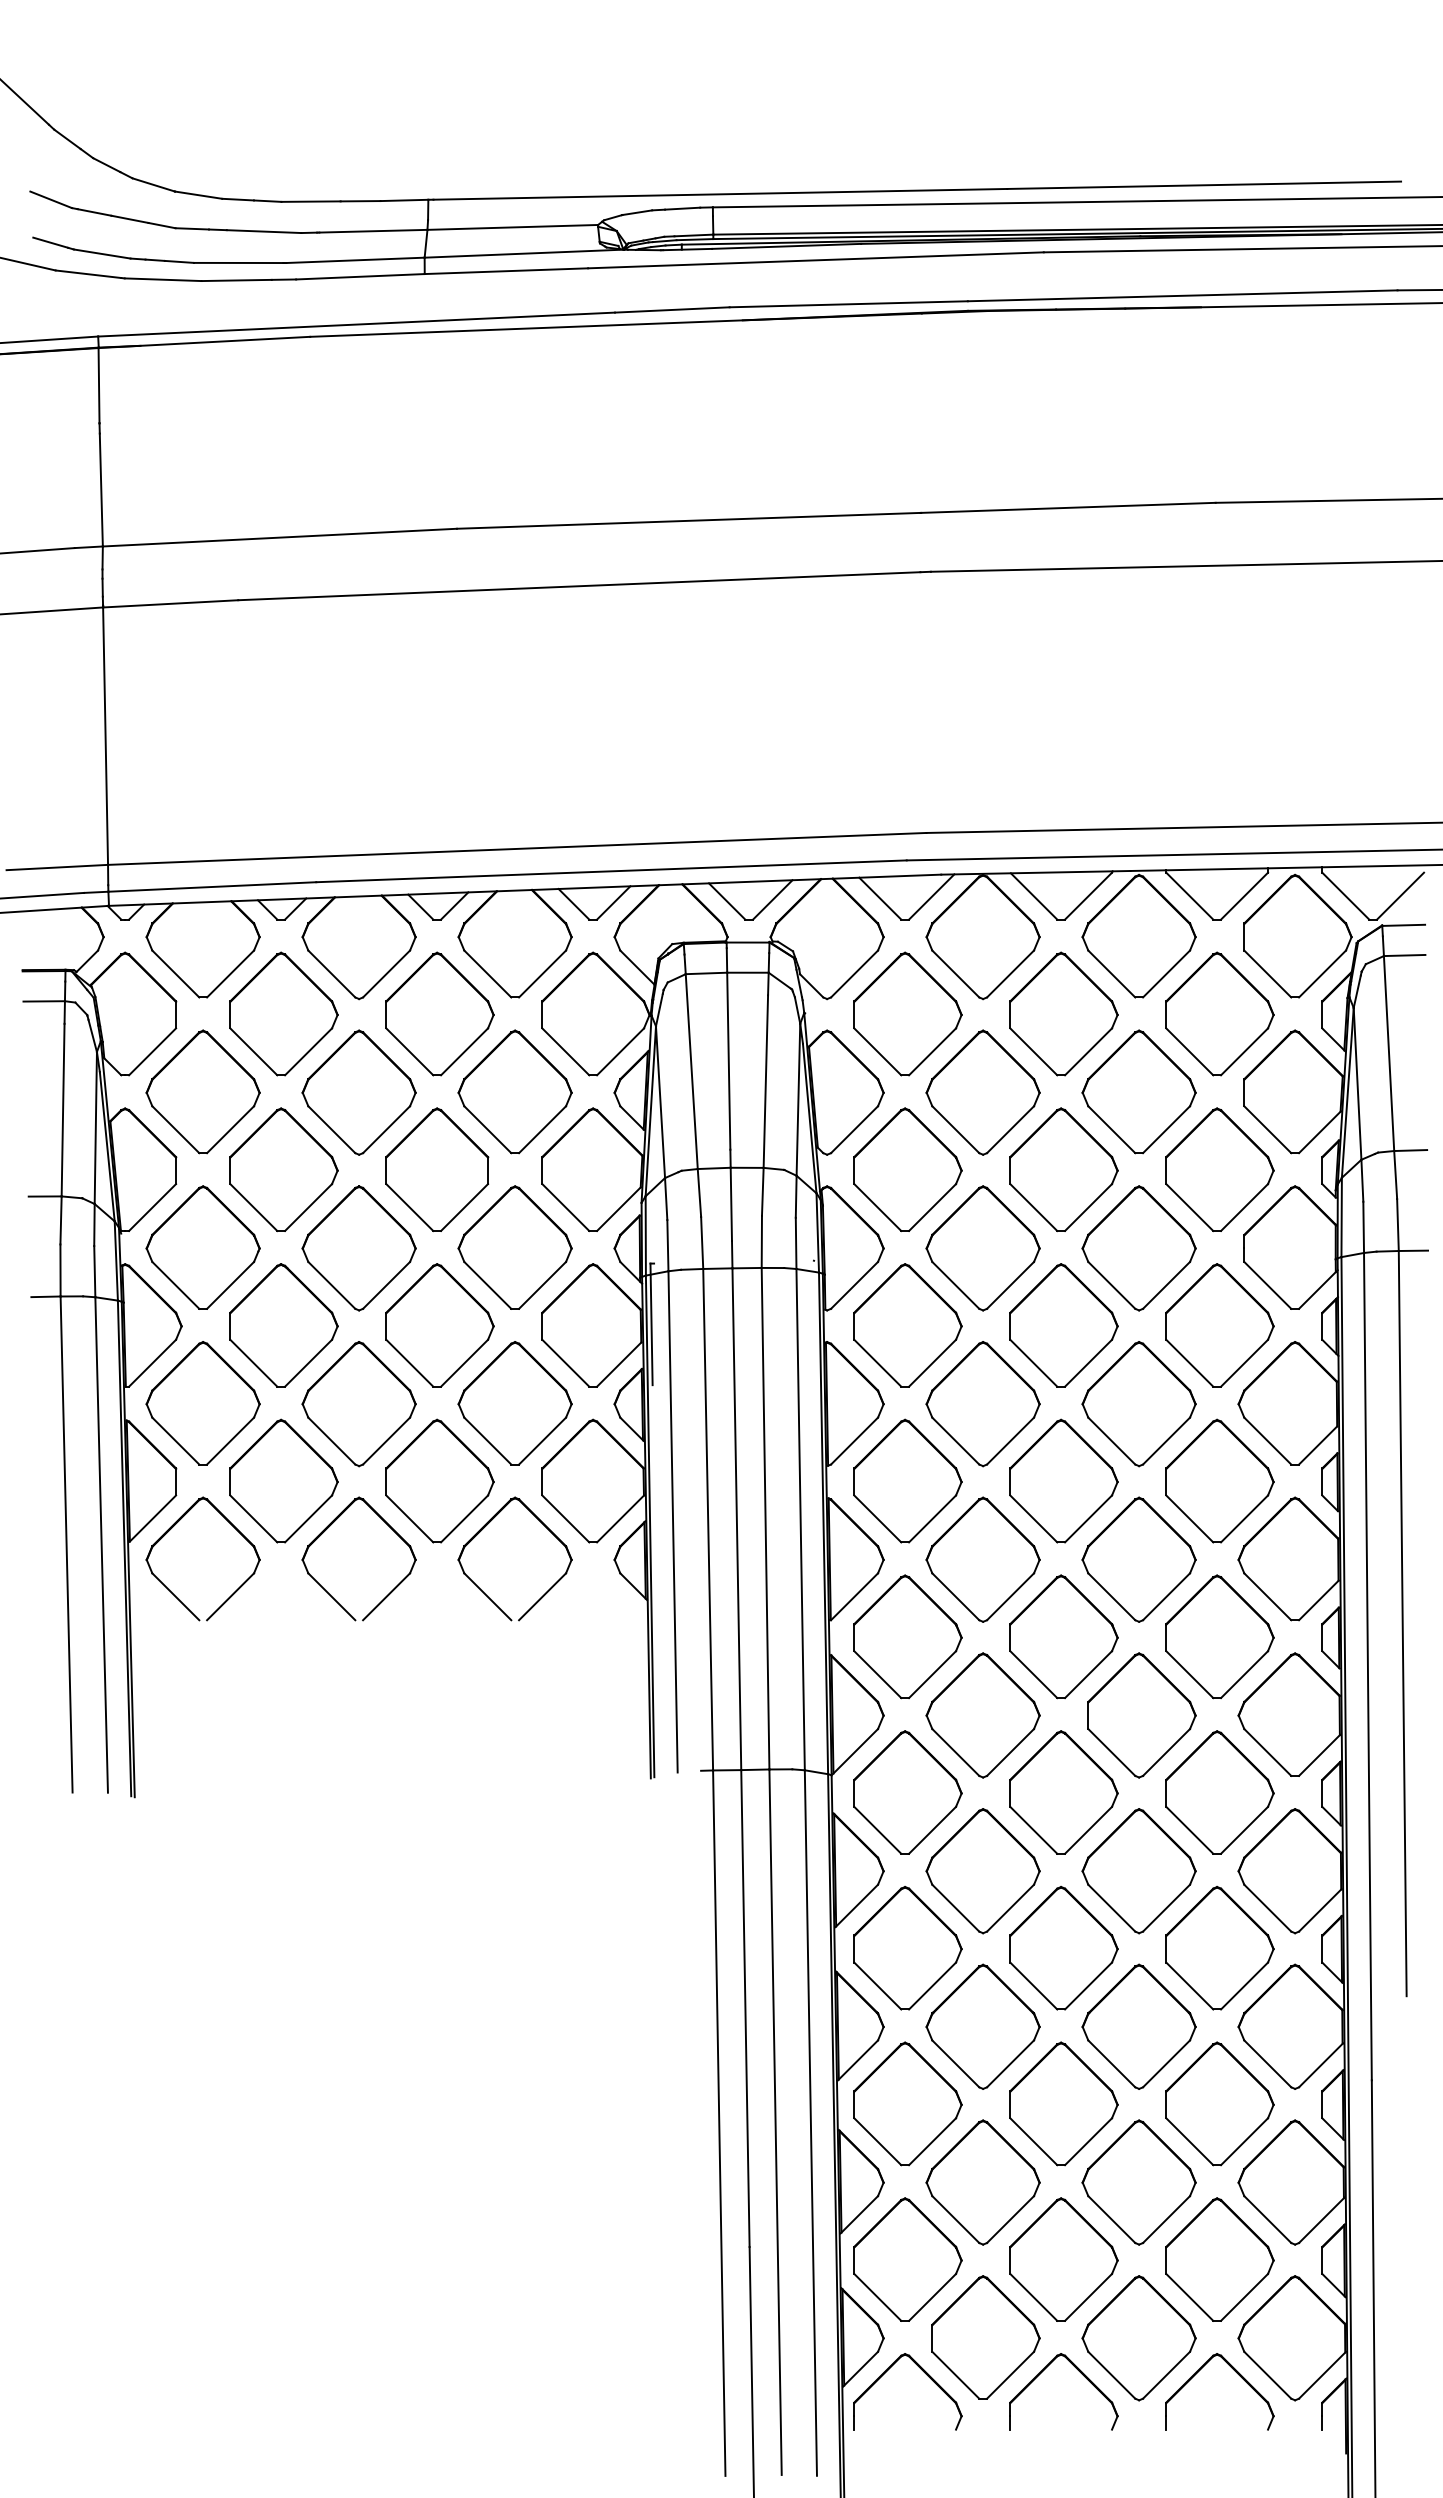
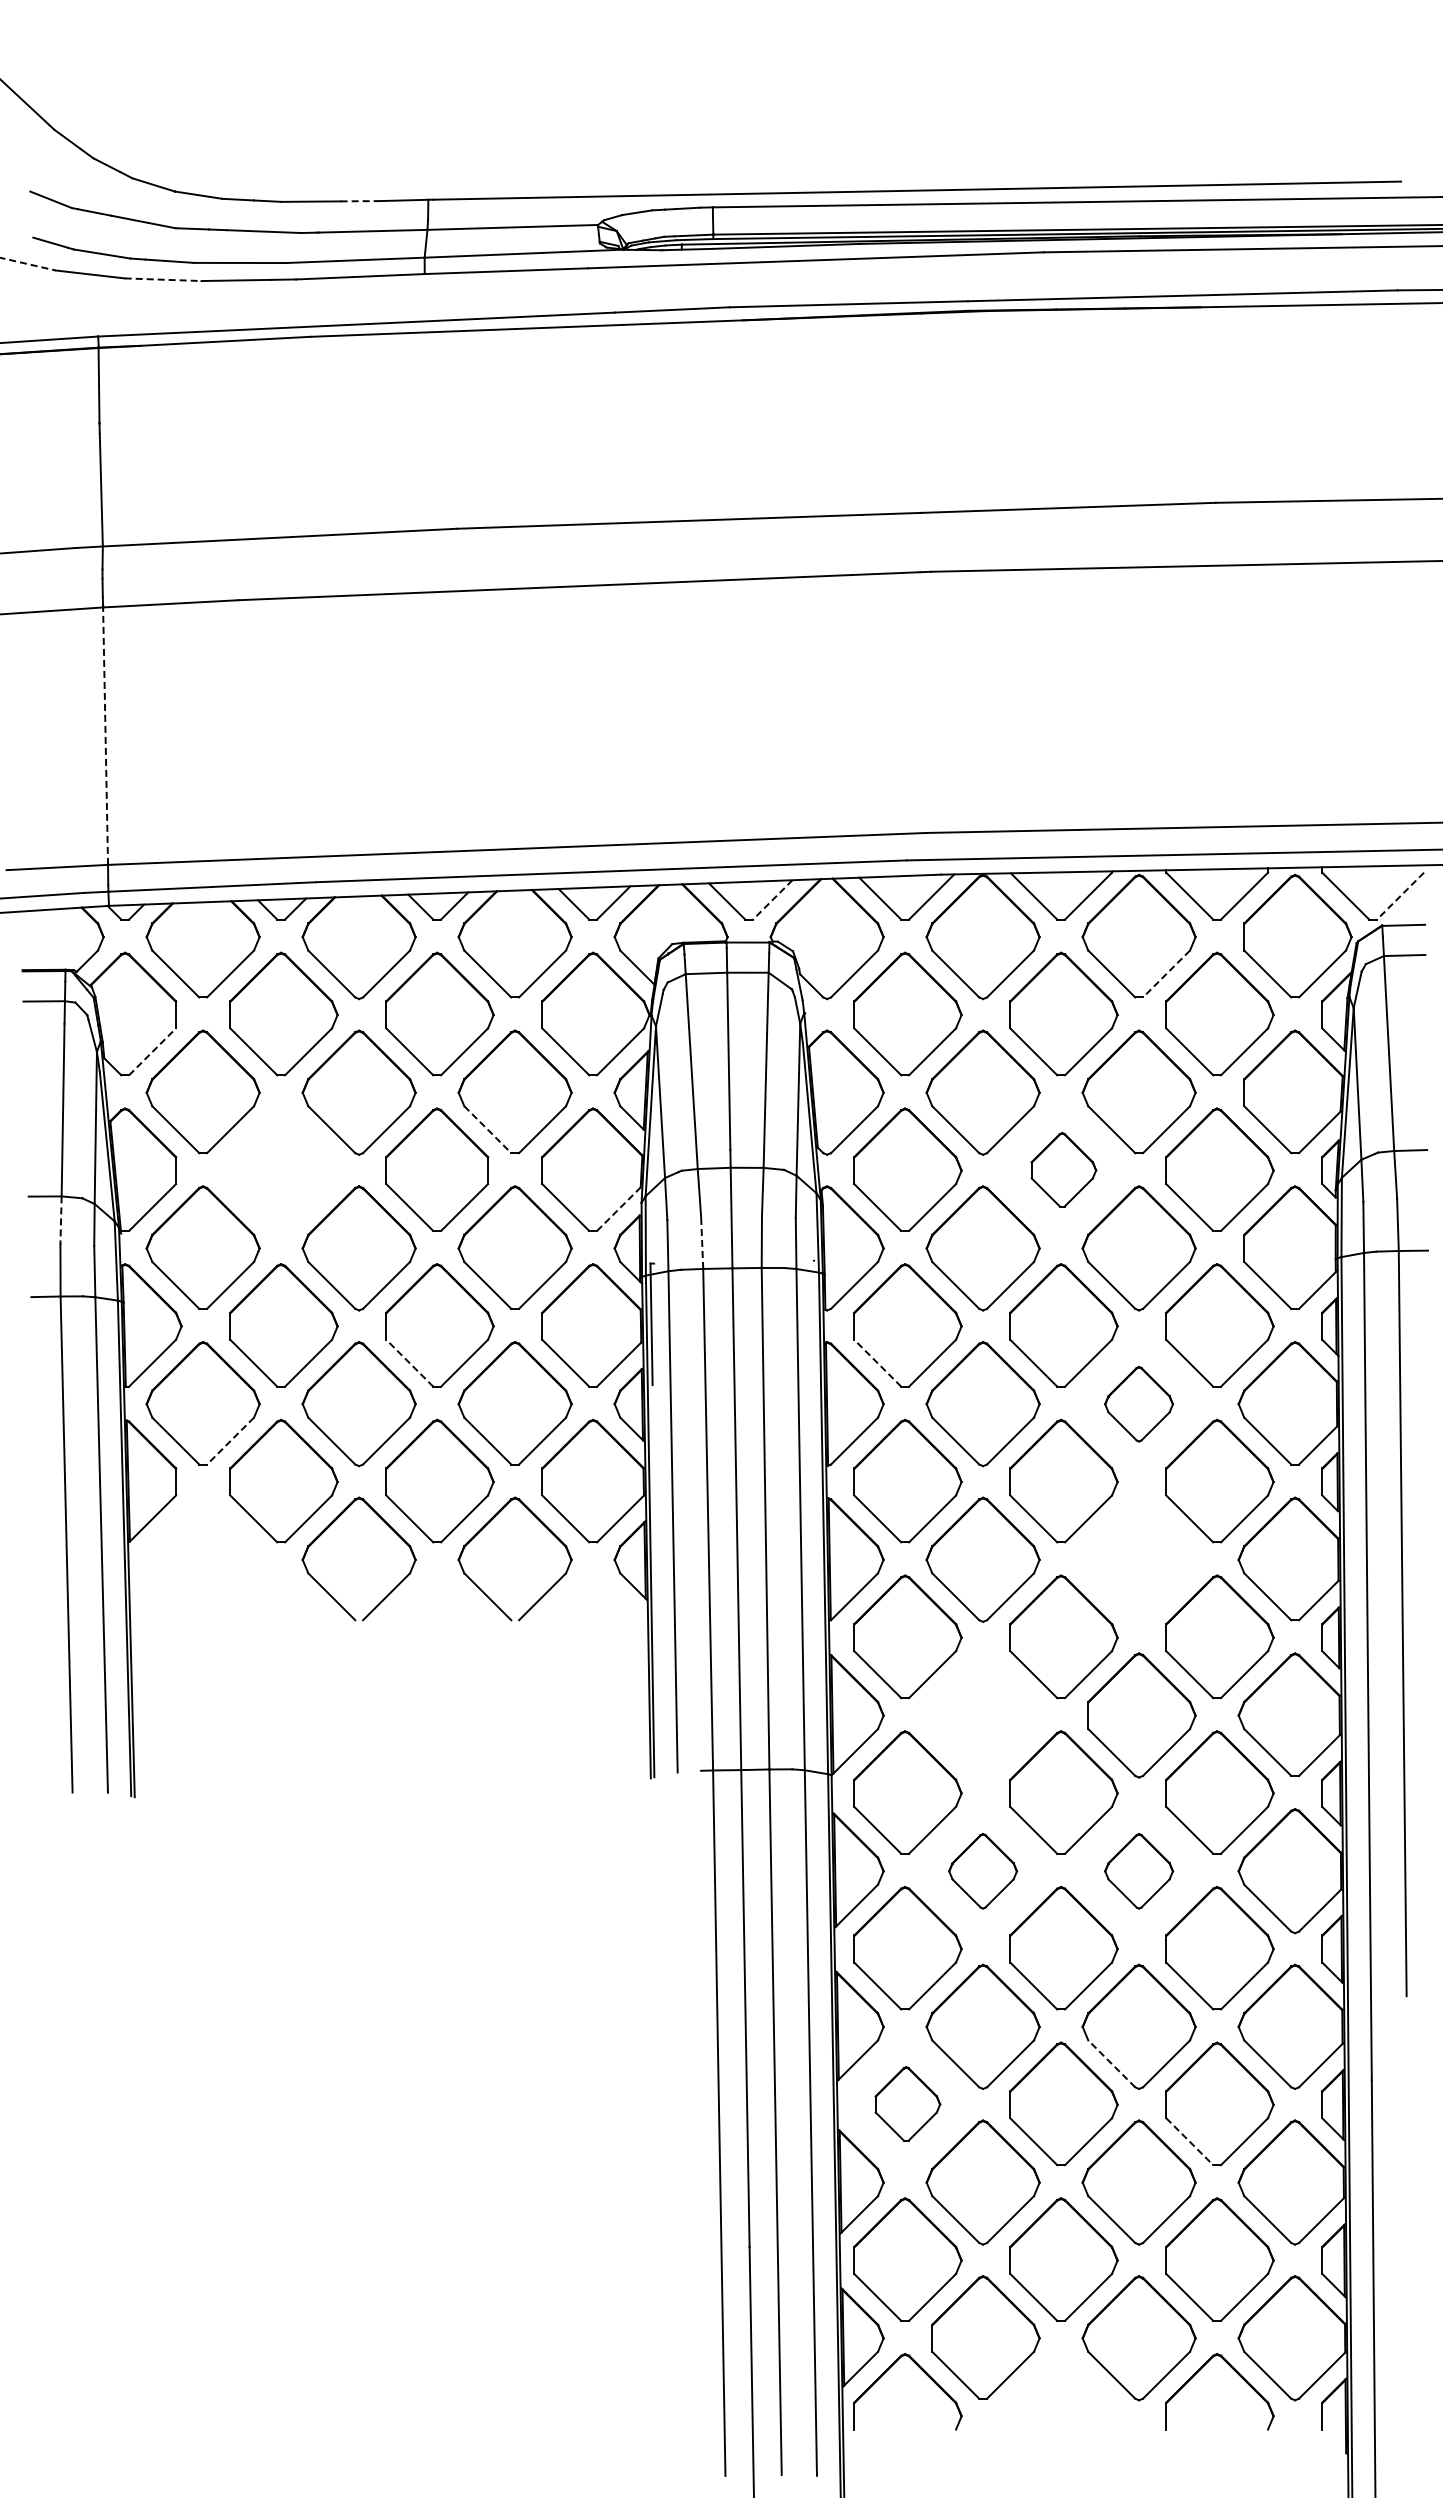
line at (360, 201): solid -> dashed
line at (28, 264): solid -> dashed
line at (163, 279): solid -> dashed
line at (105, 736): solid -> dashed
line at (1400, 896): solid -> dashed
line at (772, 899): solid -> dashed
line at (1166, 974): solid -> dashed
line at (152, 1051): solid -> dashed
line at (488, 1130): solid -> dashed
part at (283, 1169): present -> none
part at (1063, 1169) size: 110x126 px -> 68x76 px
line at (618, 1209): solid -> dashed
line at (61, 1220): solid -> dashed
line at (702, 1242): solid -> dashed
line at (409, 1362): solid -> dashed
line at (877, 1362): solid -> dashed
part at (1138, 1404) size: 116x127 px -> 71x77 px
line at (230, 1441): solid -> dashed
part at (172, 1528): present -> none
part at (1138, 1559): present -> none
part at (982, 1715): present -> none
part at (982, 1871) size: 116x127 px -> 71x77 px
part at (1138, 1871) size: 116x127 px -> 71x77 px
line at (1111, 2063): solid -> dashed
part at (907, 2103) size: 110x126 px -> 68x76 px
line at (1190, 2142): solid -> dashed
part at (1080, 2373): present -> none
